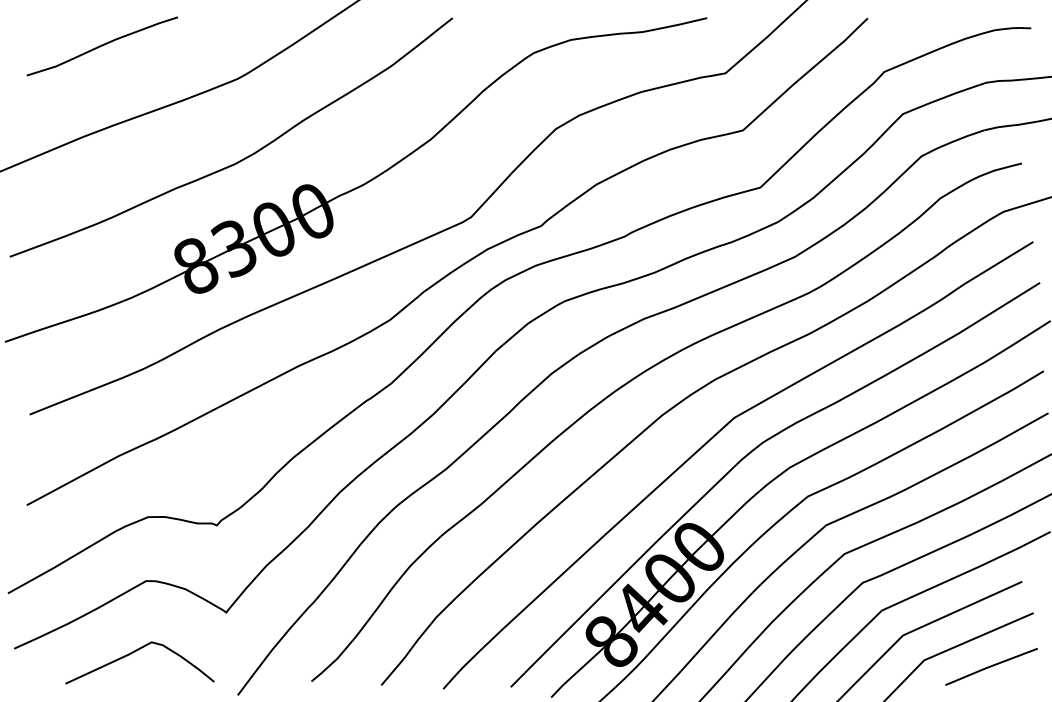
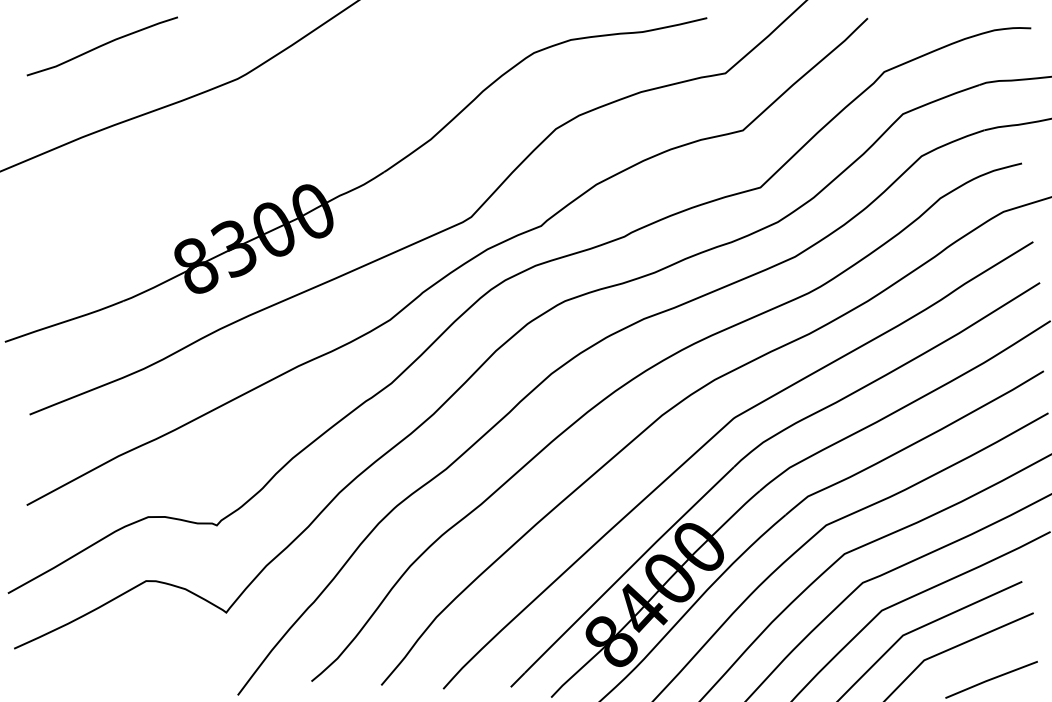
curve at (244, 157): present -> none
curve at (133, 653): present -> none
line at (991, 666) position: (991, 666) -> (991, 679)
